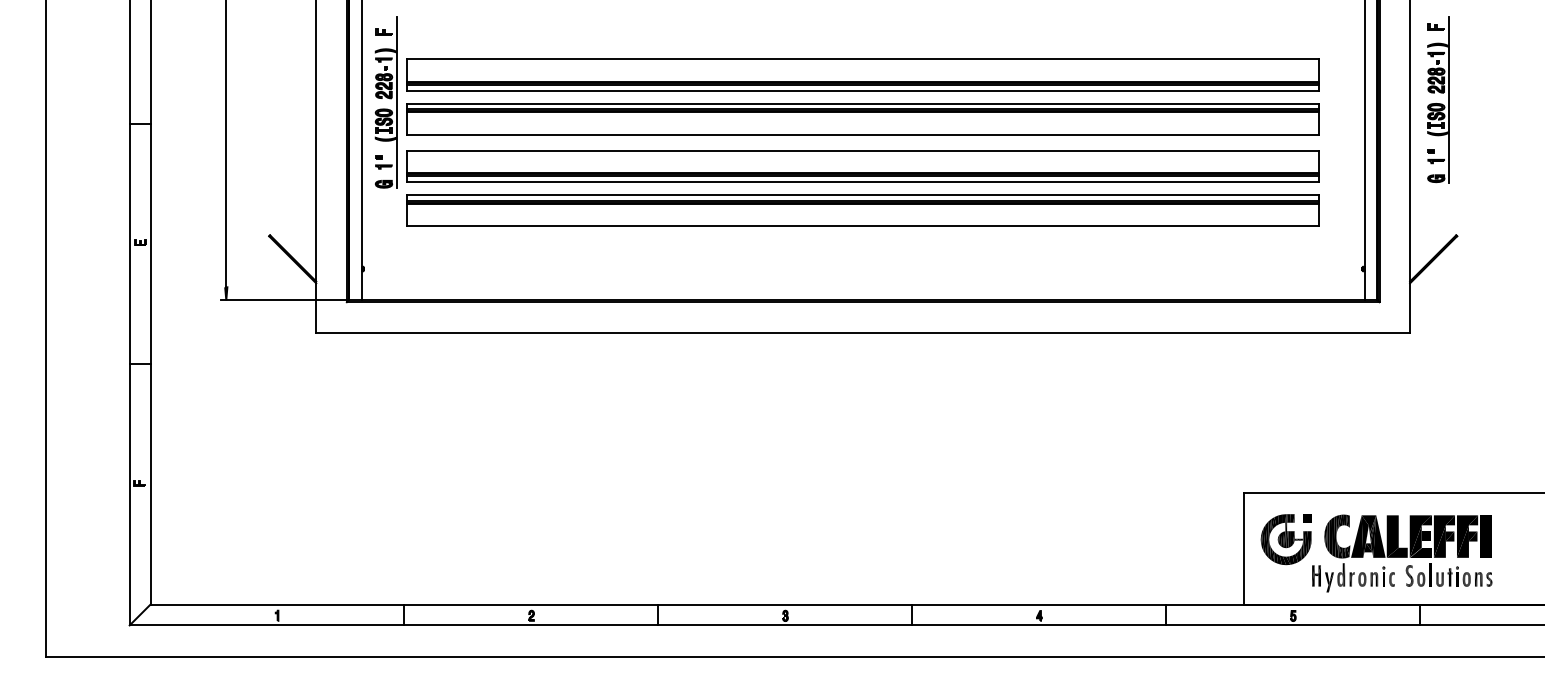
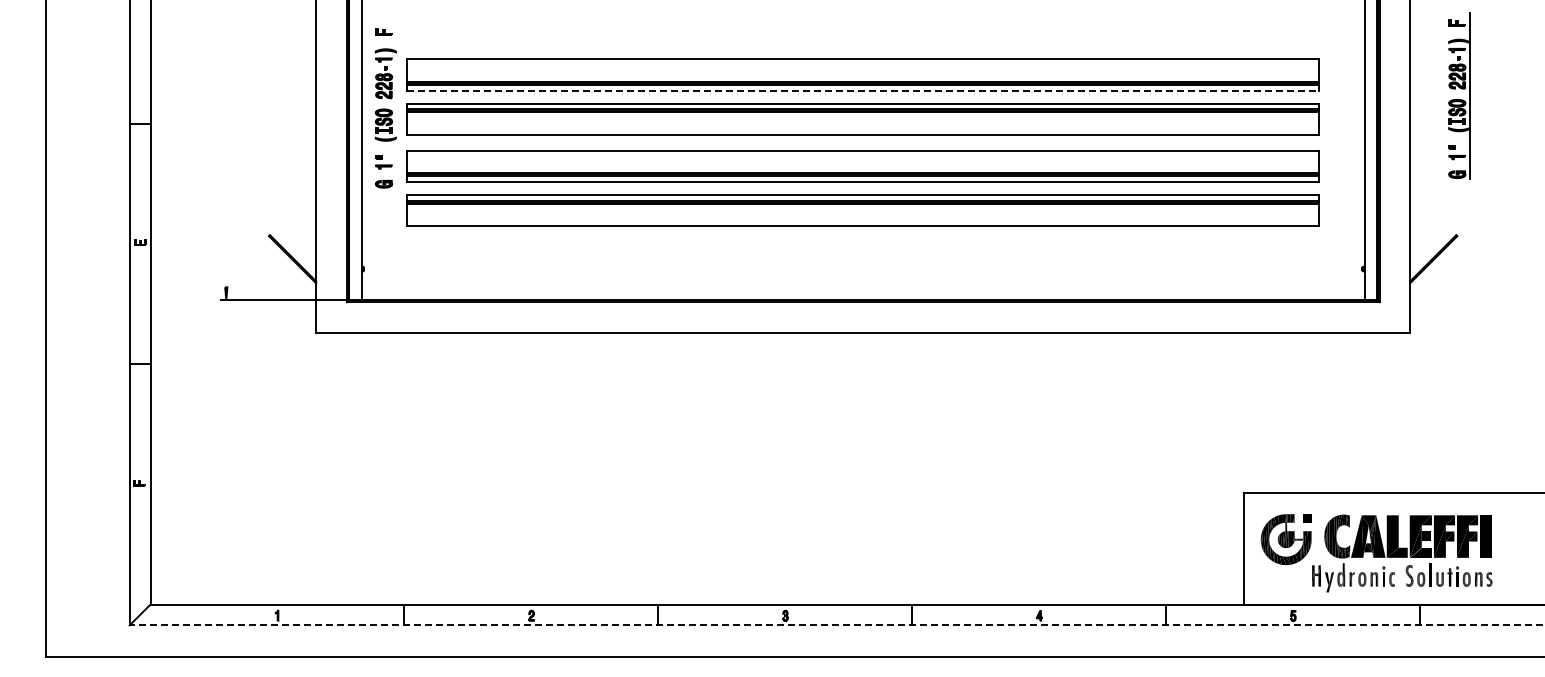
line at (863, 90): solid -> dashed
part at (1438, 99) position: (1438, 99) -> (1459, 95)
line at (396, 102): present -> none
line at (226, 144): present -> none
line at (836, 625): solid -> dashed
